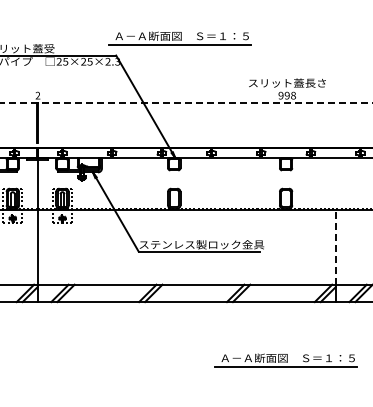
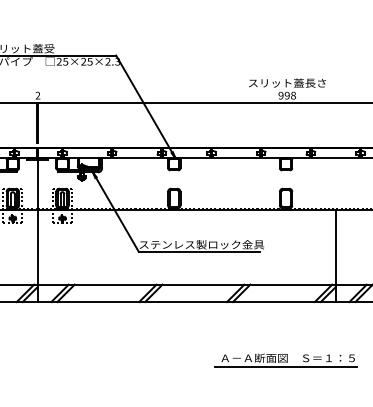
part at (179, 38): present -> none
line at (186, 103): dashed -> solid
line at (335, 246): dashed -> solid
